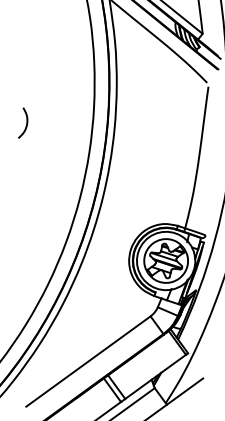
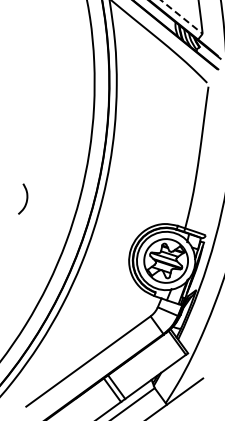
line at (181, 16): solid -> dashed
curve at (26, 122) position: (26, 122) -> (26, 198)
